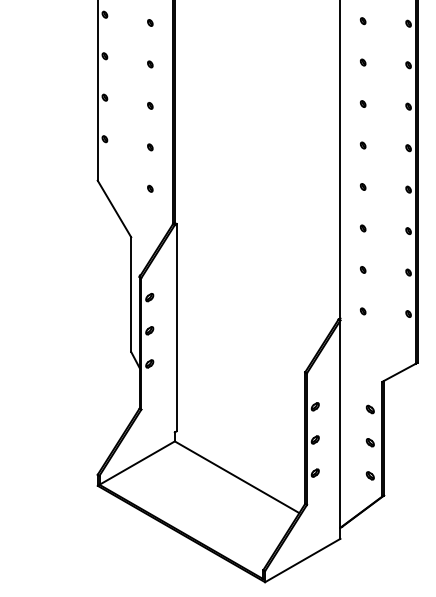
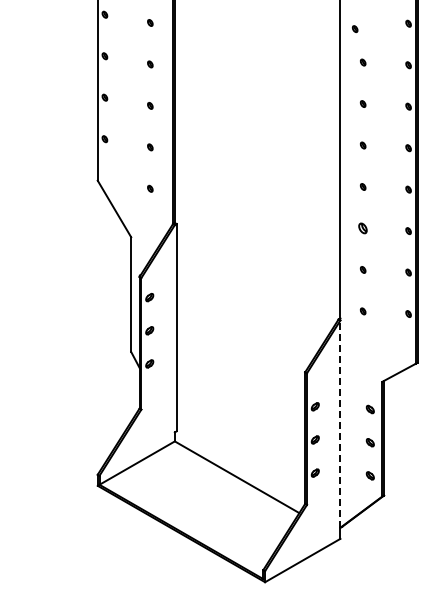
part at (362, 21) position: (362, 21) -> (354, 29)
part at (363, 228) size: 7x9 px -> 10x13 px
line at (340, 424): solid -> dashed
